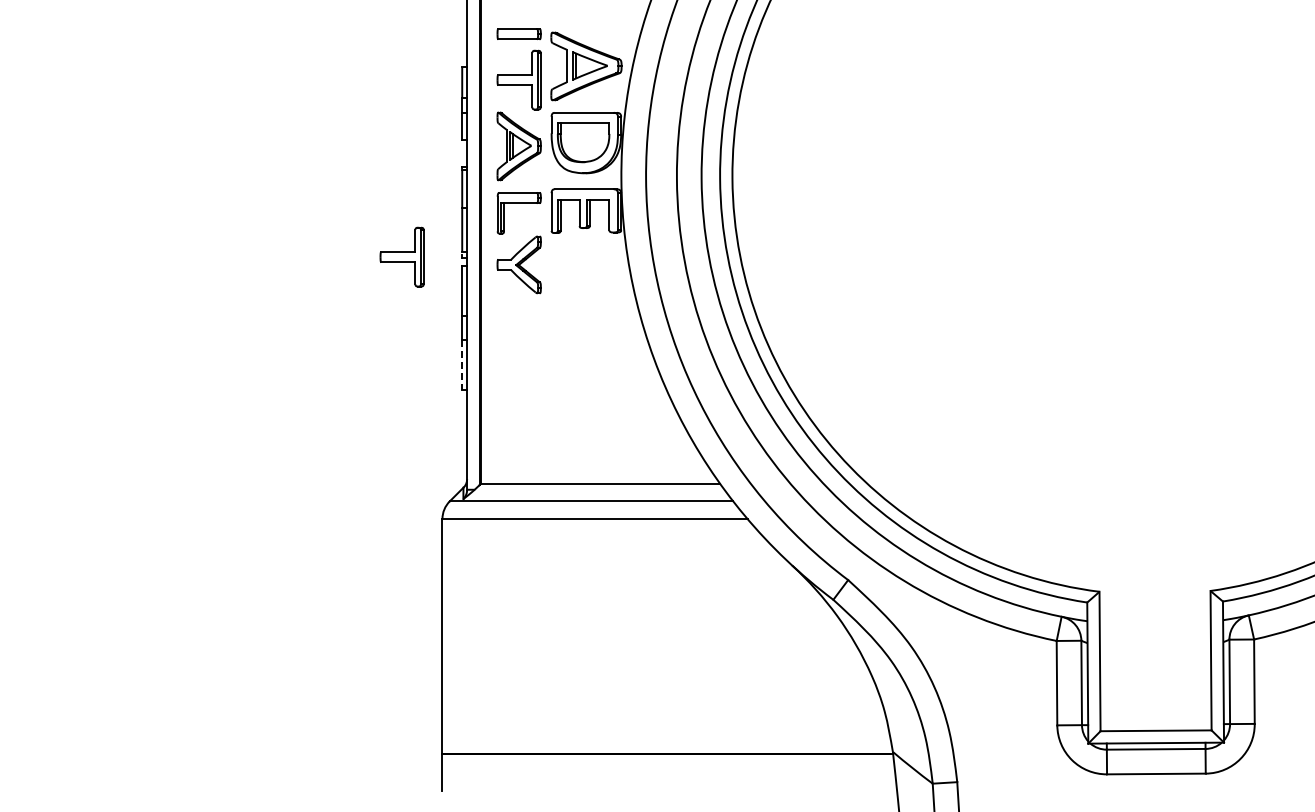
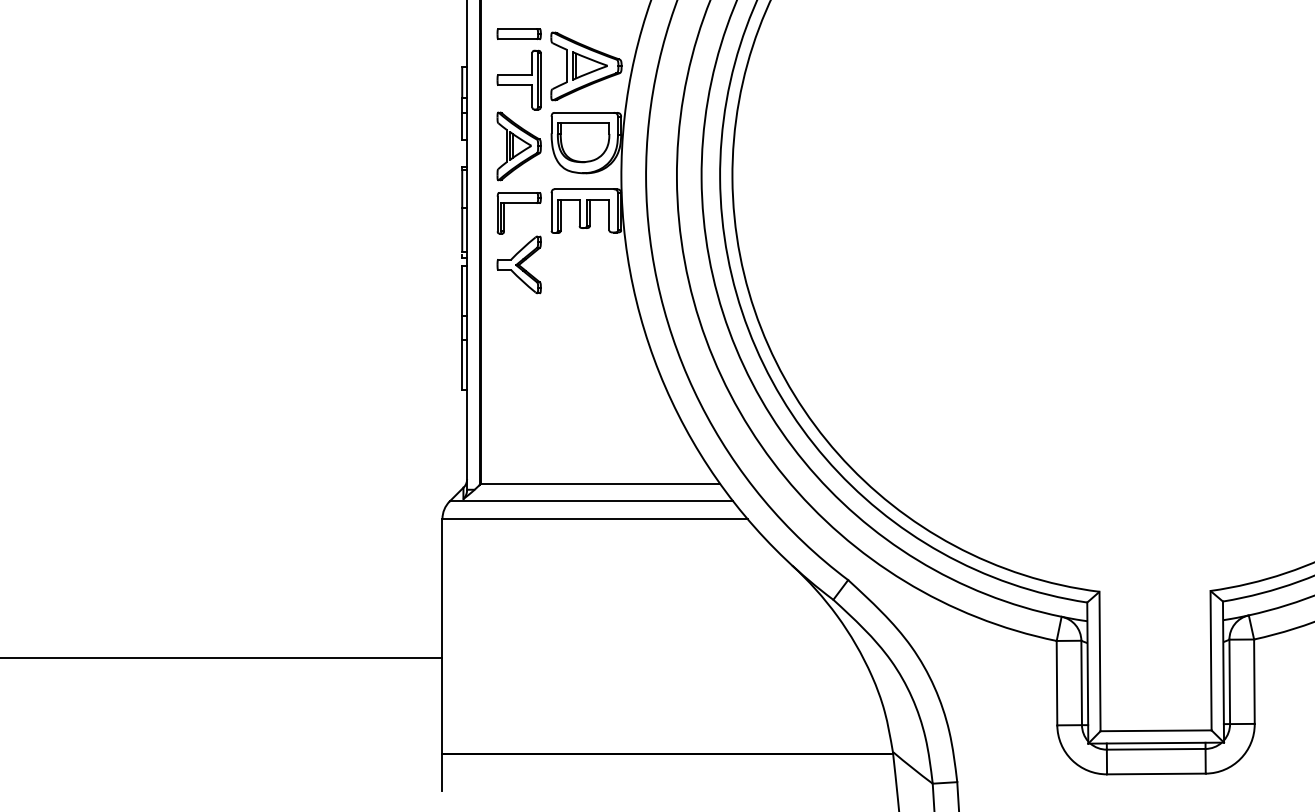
part at (401, 256): present -> none
line at (462, 365): dashed -> solid
line at (222, 658): none -> present
